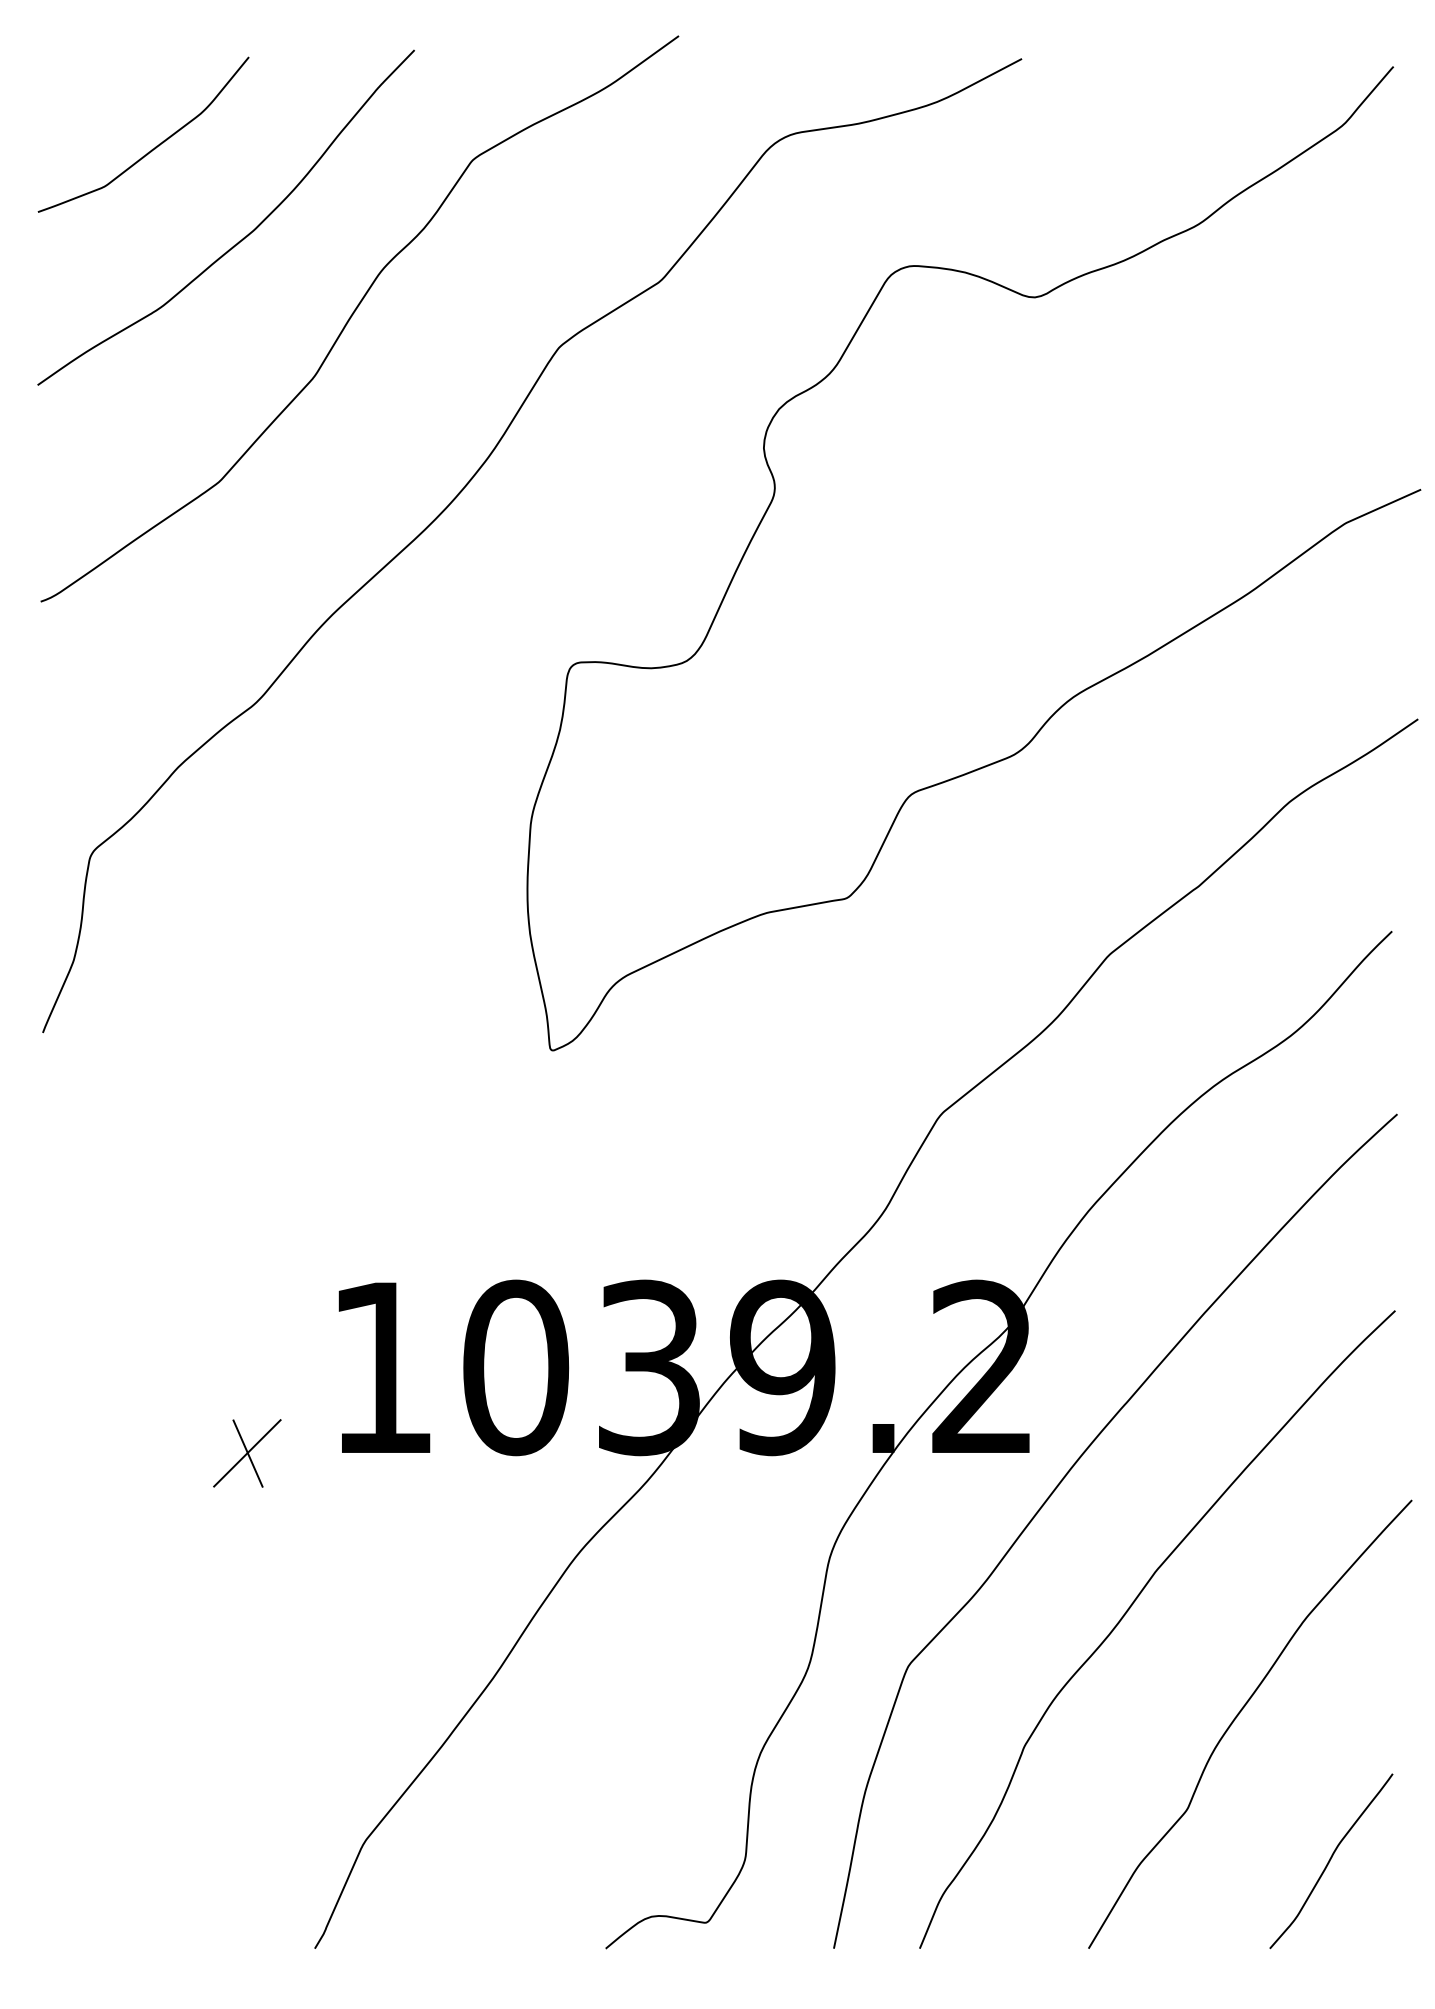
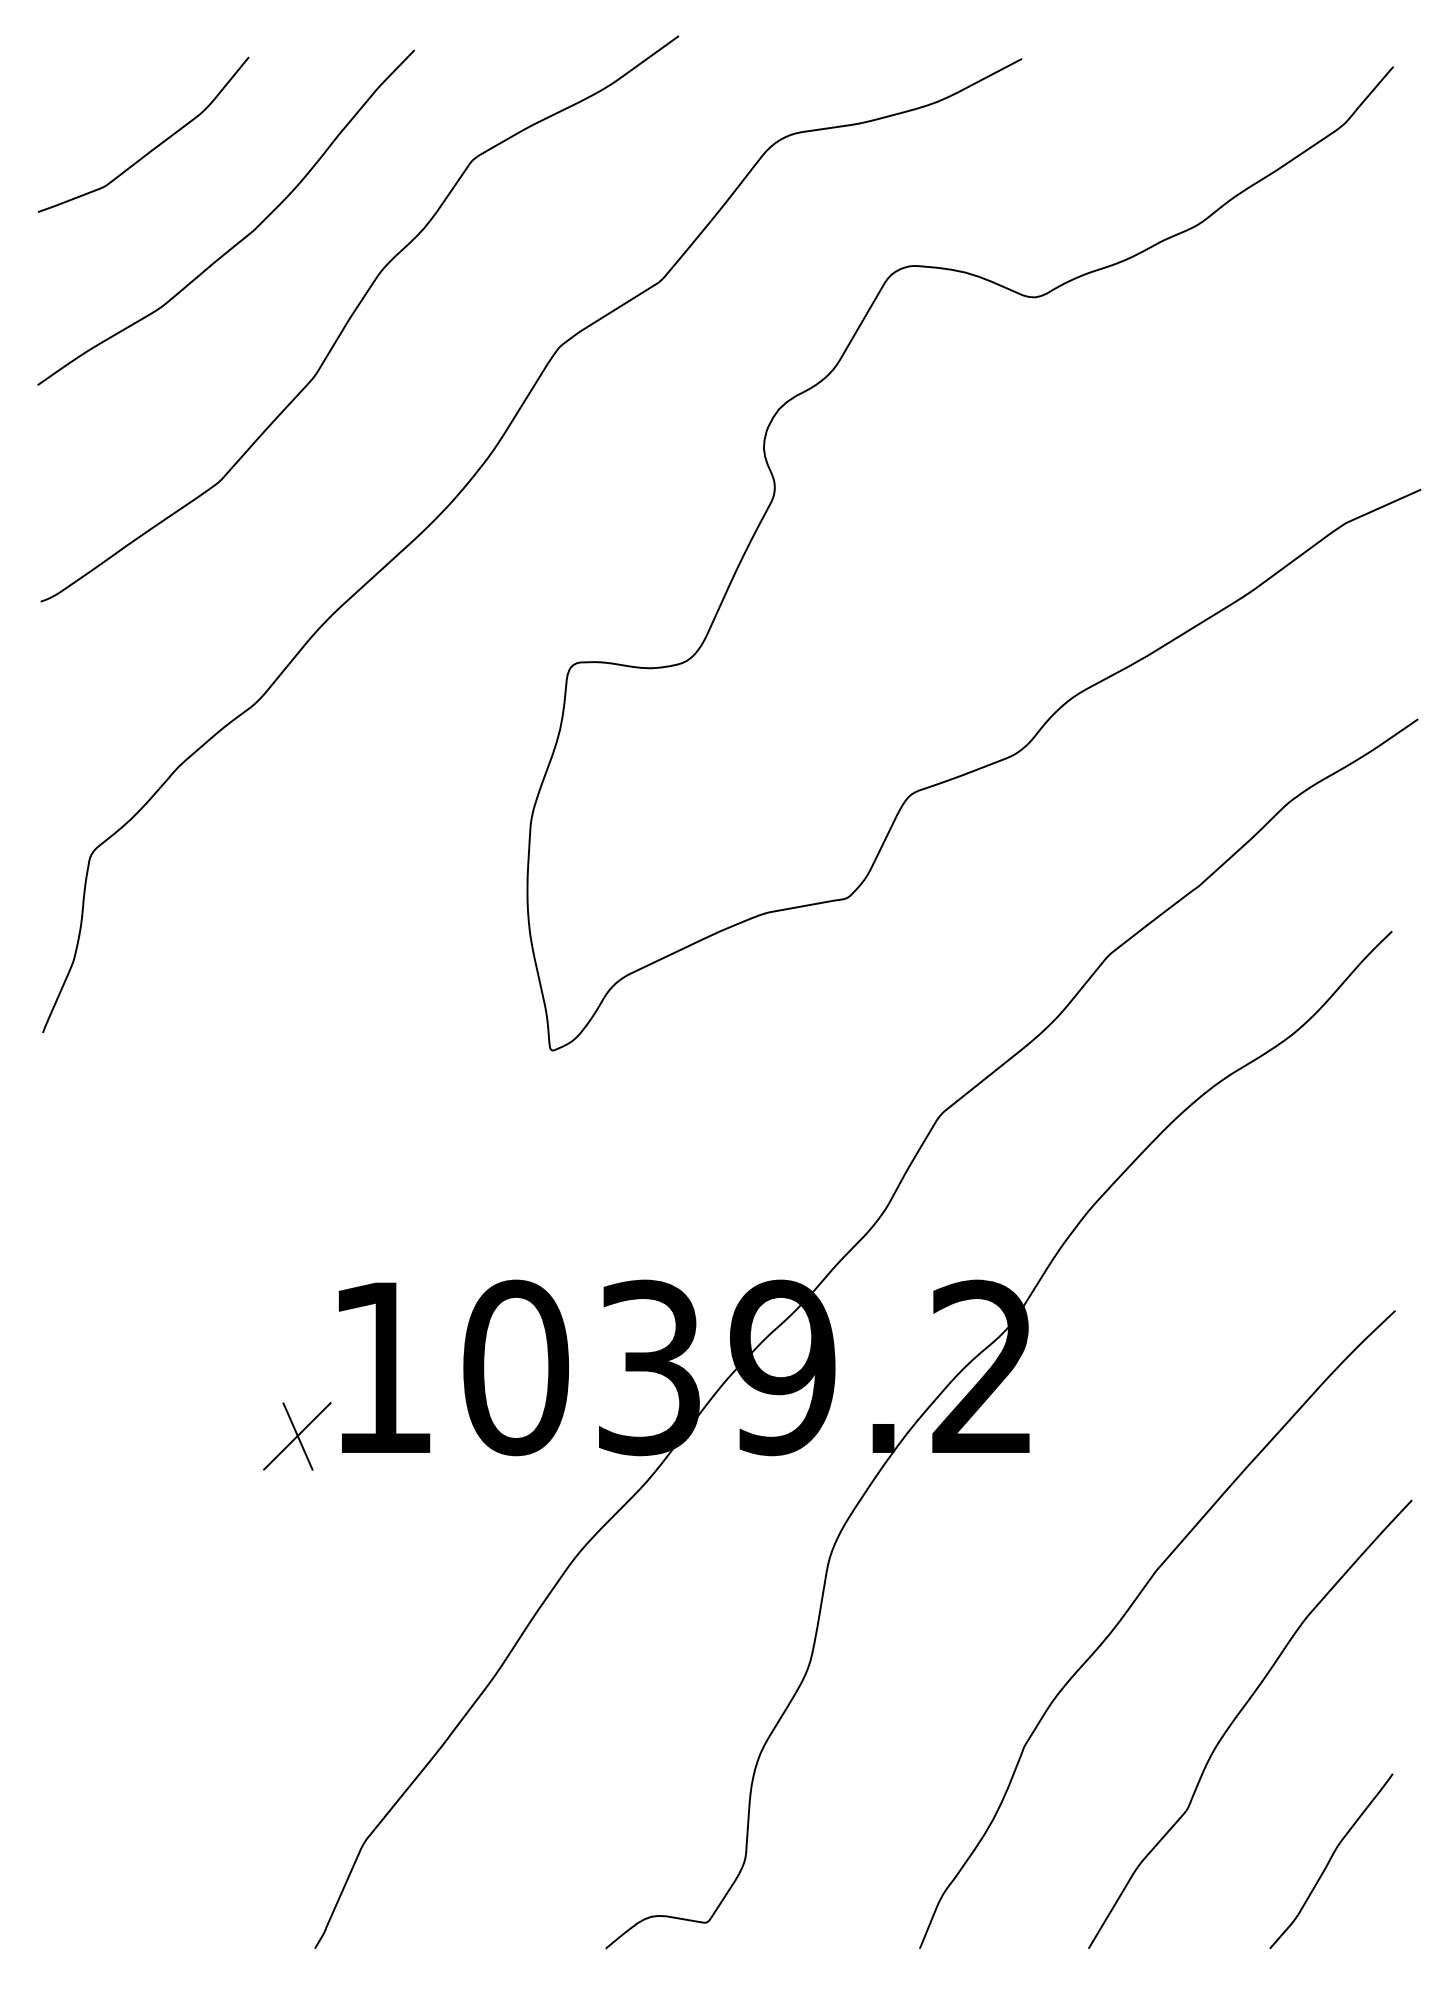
part at (247, 1453) position: (247, 1453) -> (297, 1436)
curve at (1059, 1485): present -> none
